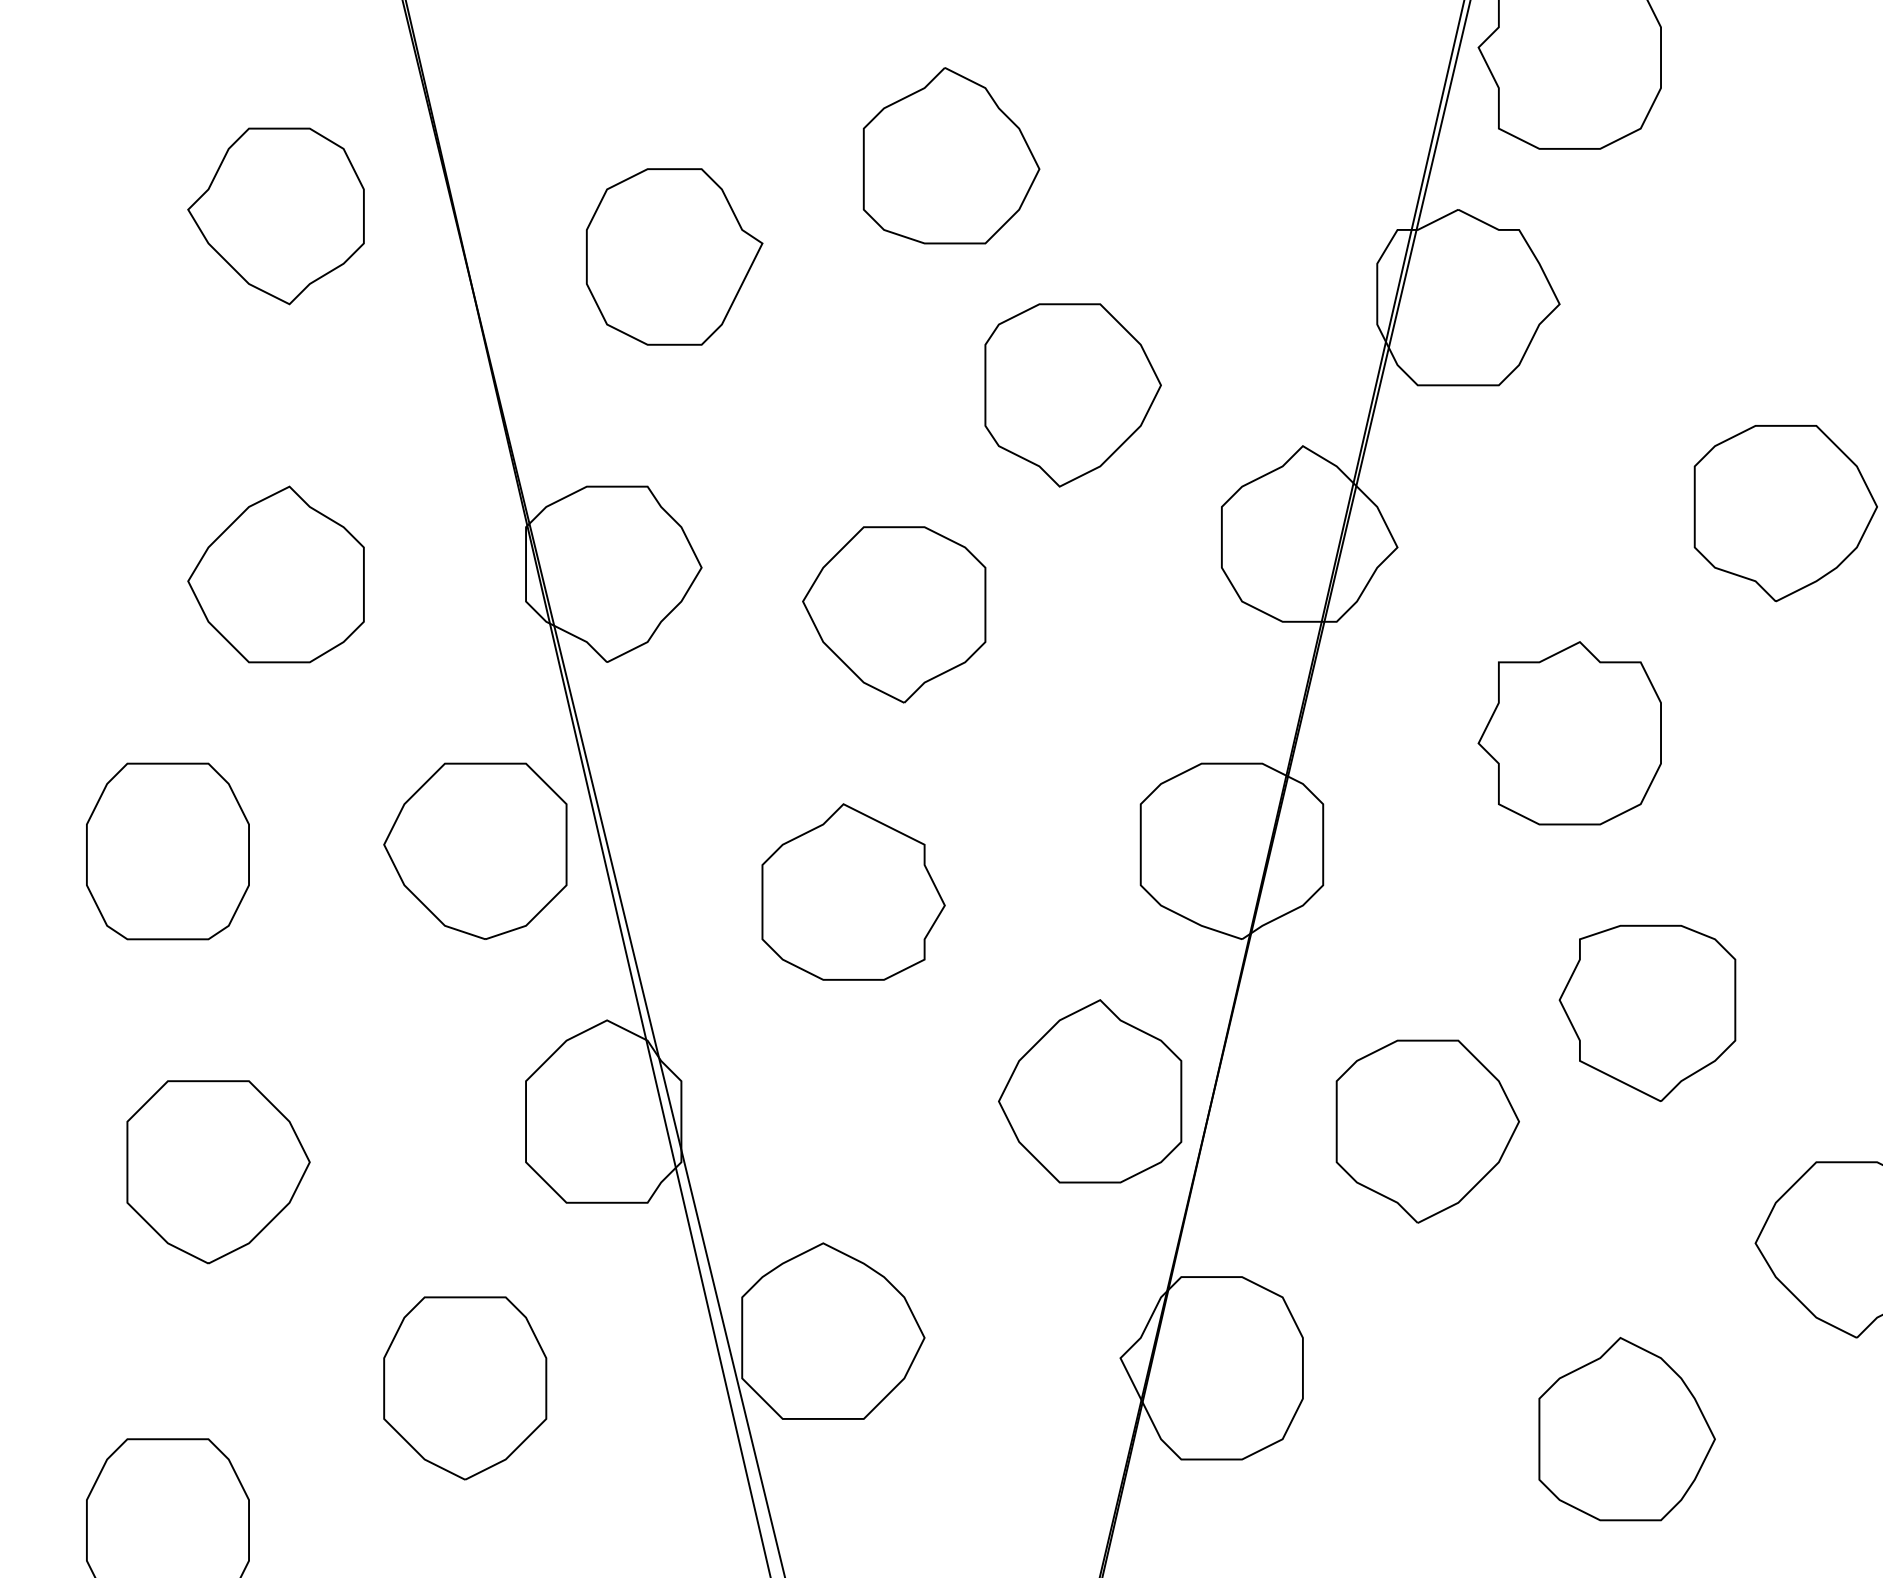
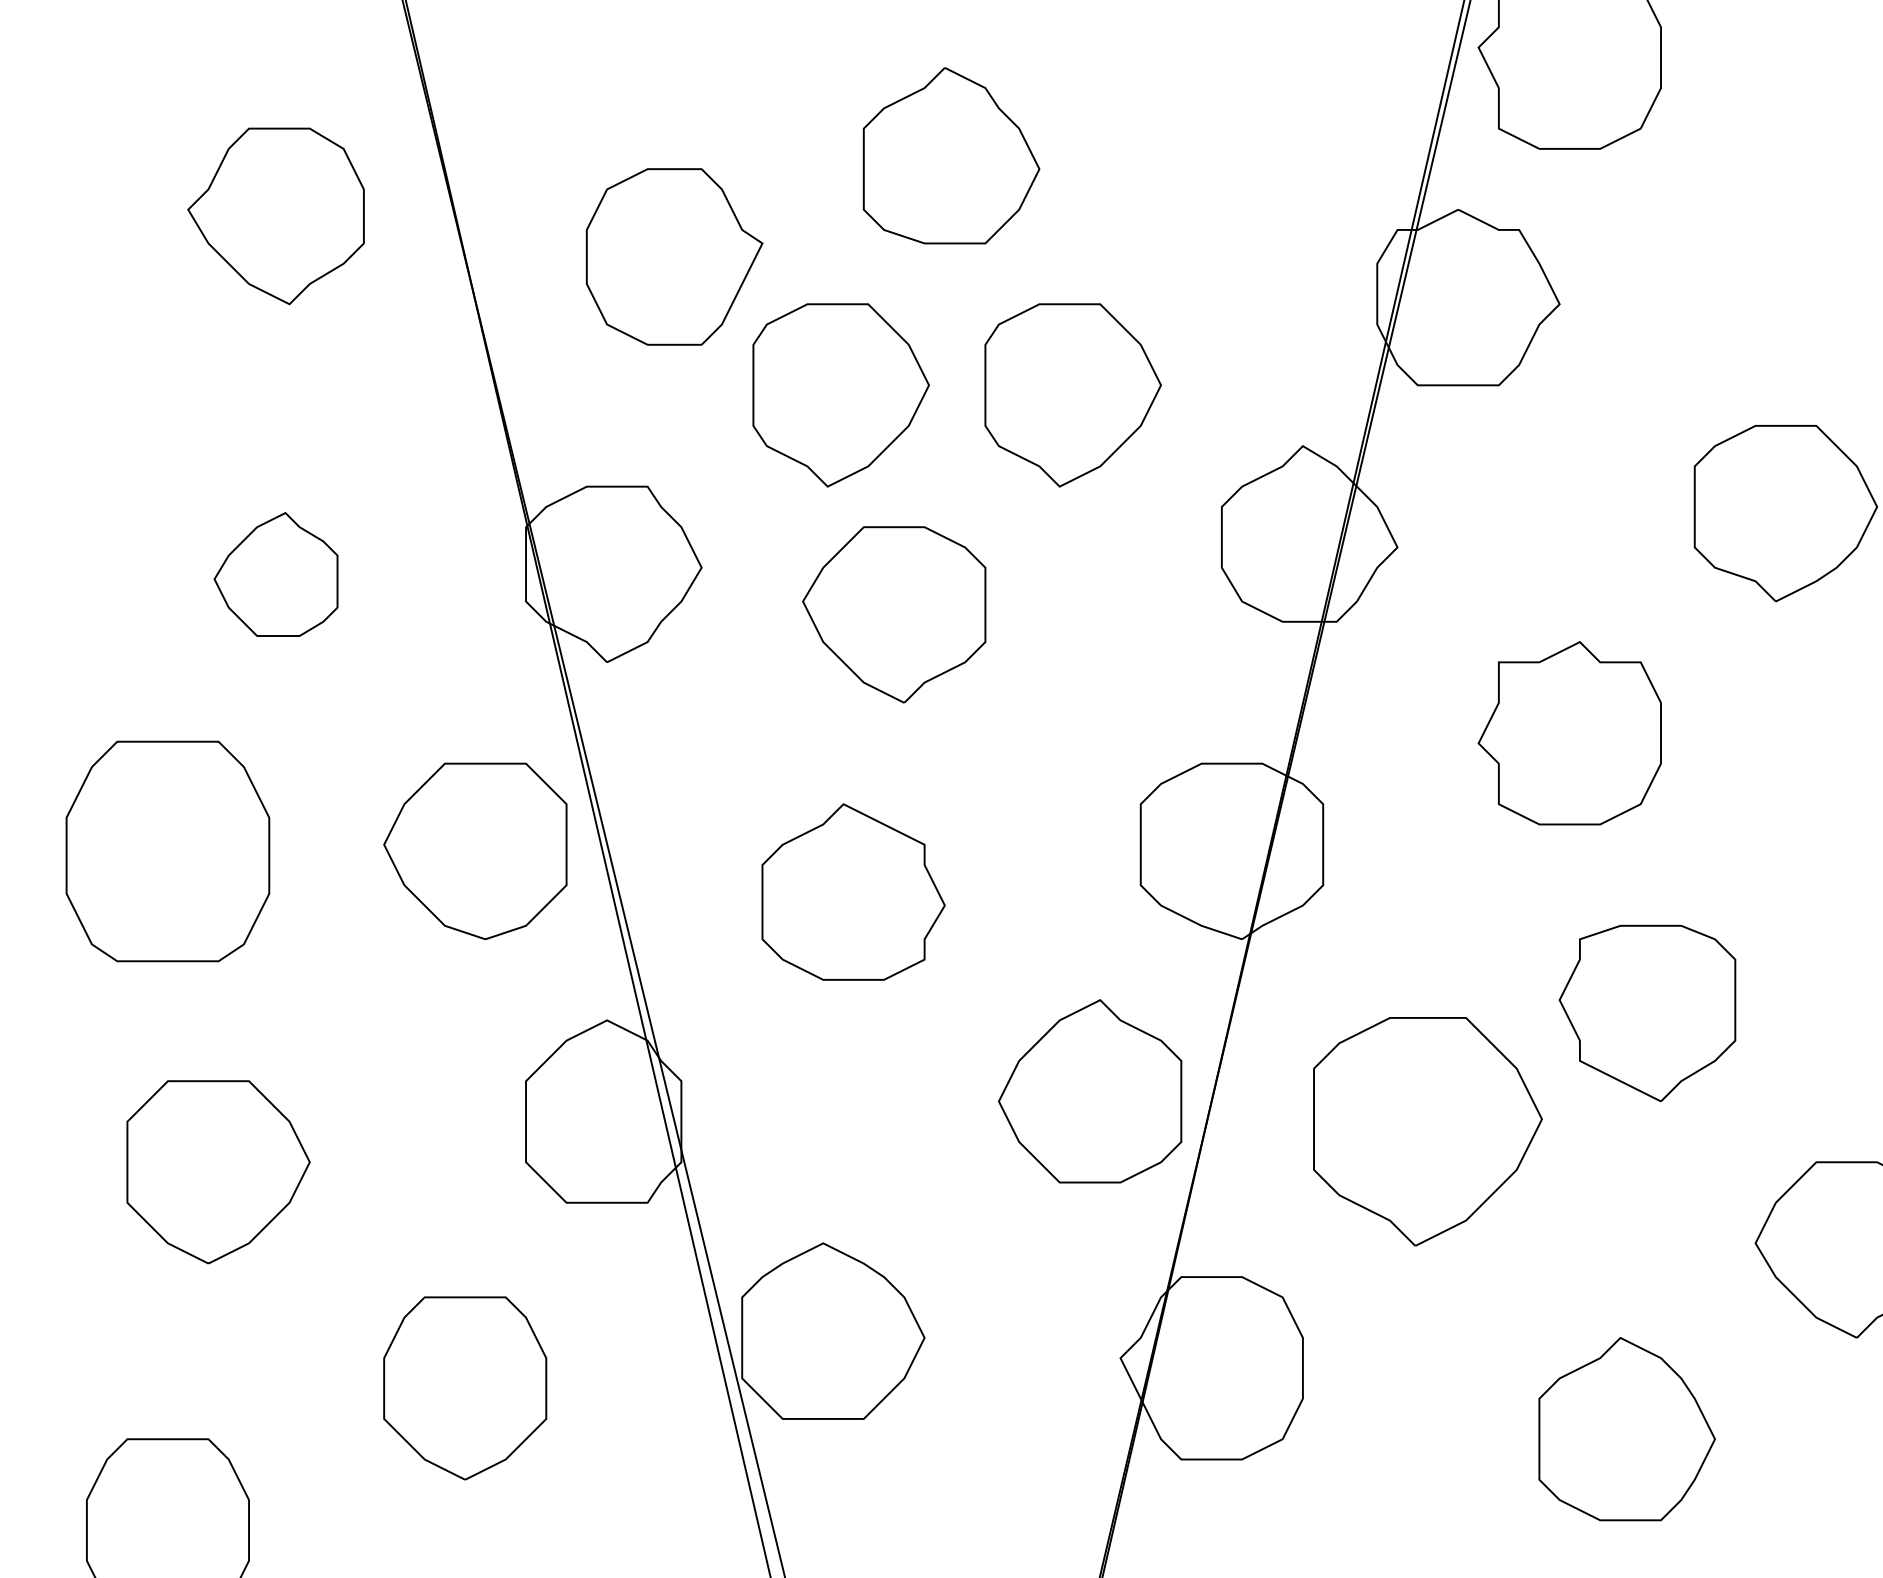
part at (840, 395): none -> present
part at (275, 574) size: 178x179 px -> 126x125 px
part at (167, 851) size: 164x179 px -> 206x223 px
part at (1427, 1131) size: 185x185 px -> 230x230 px
